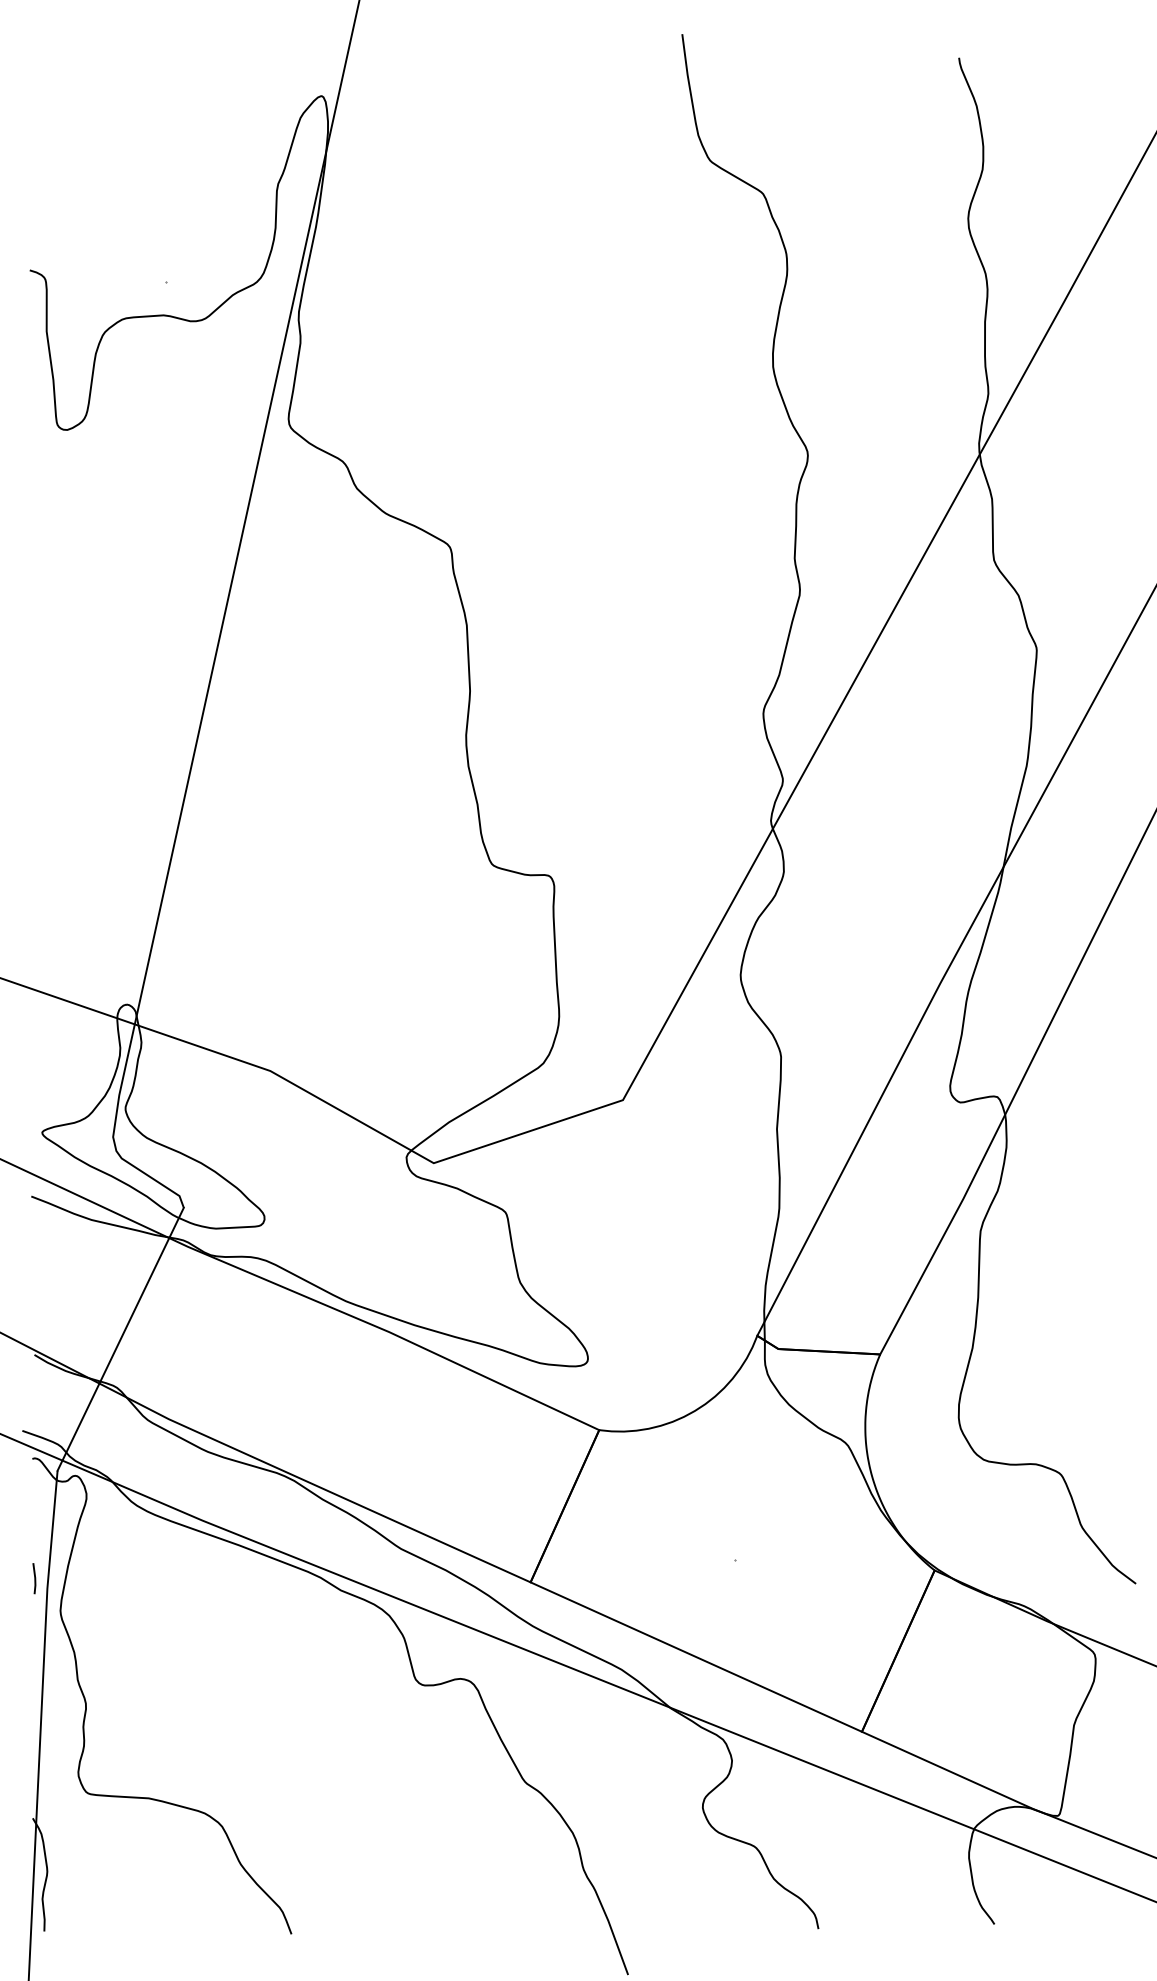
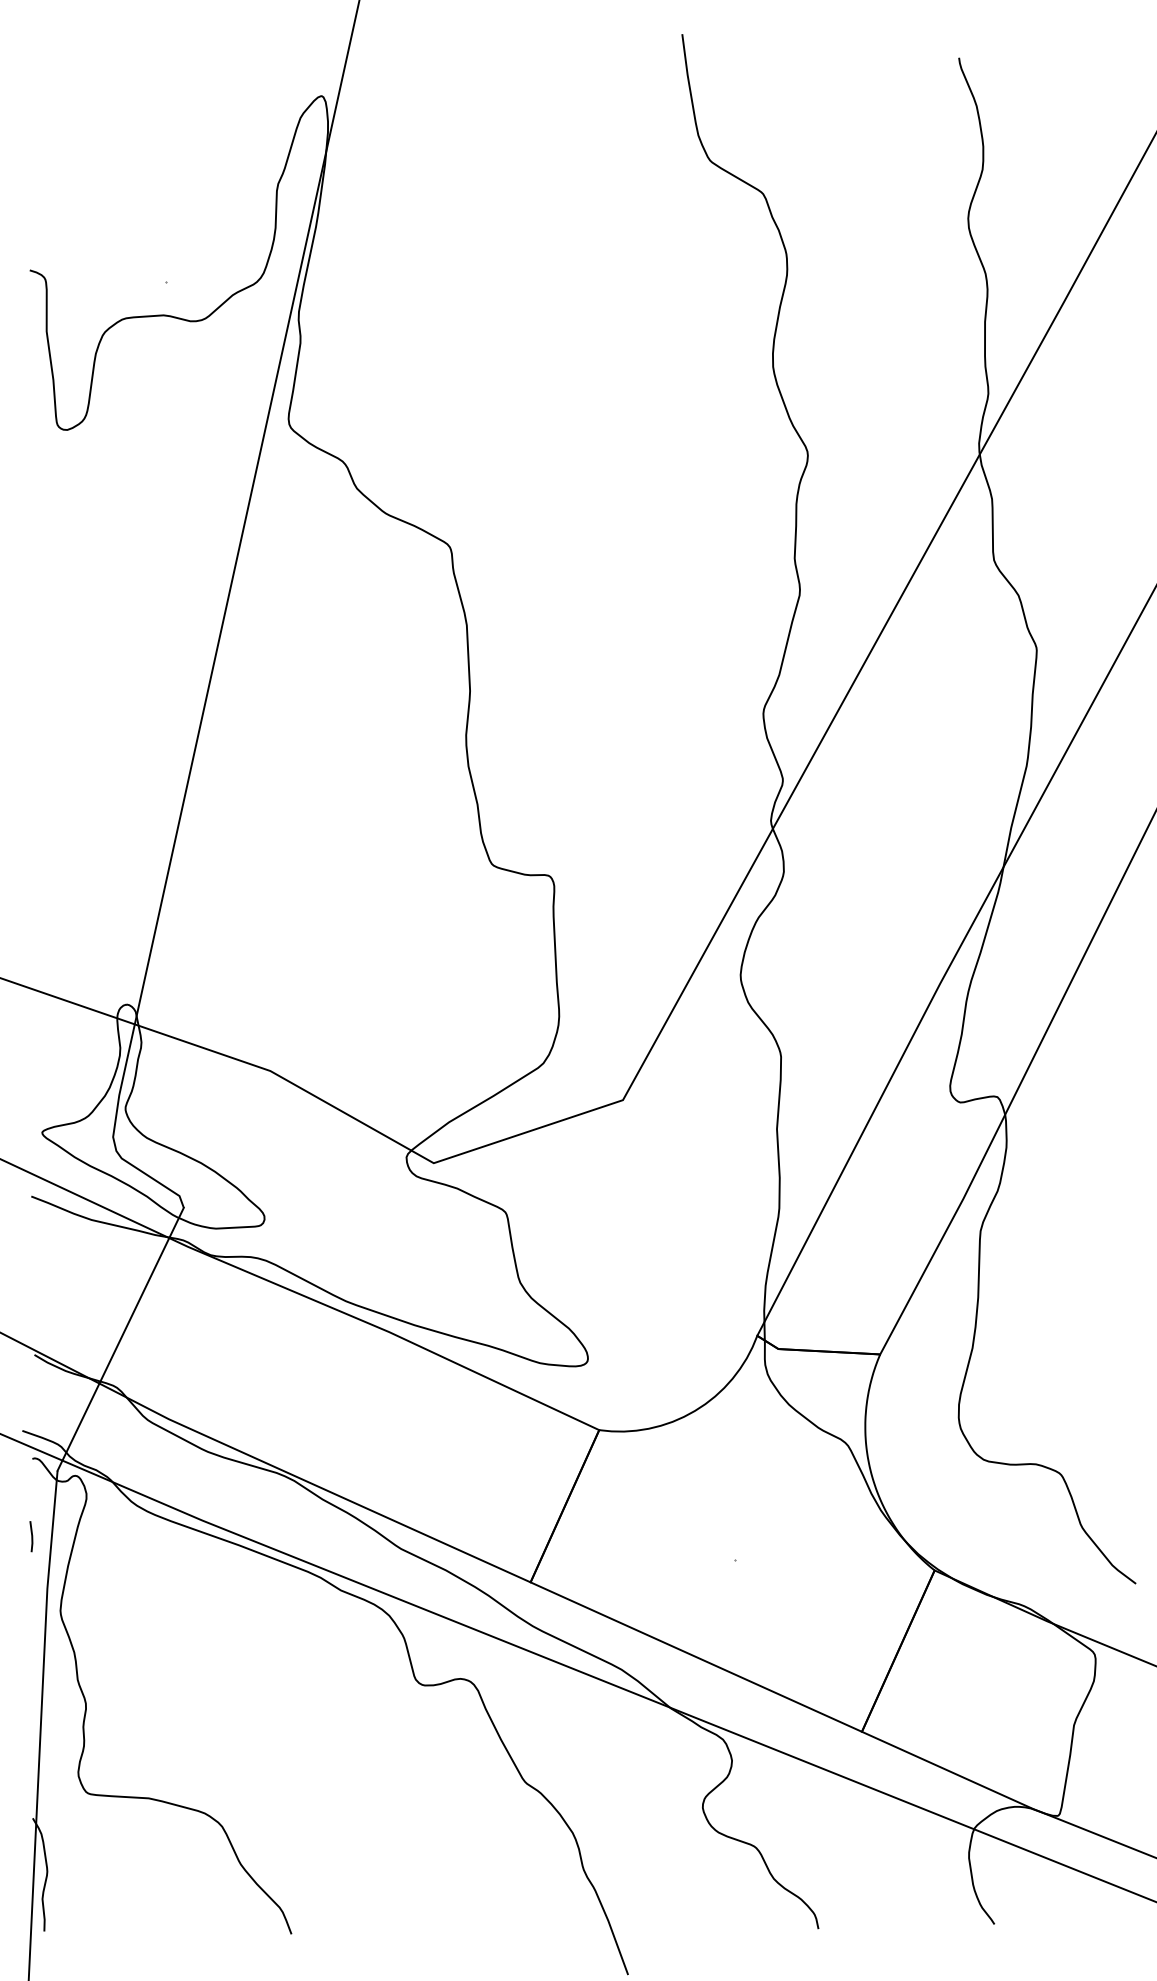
line at (34, 1578) position: (34, 1578) -> (31, 1536)
